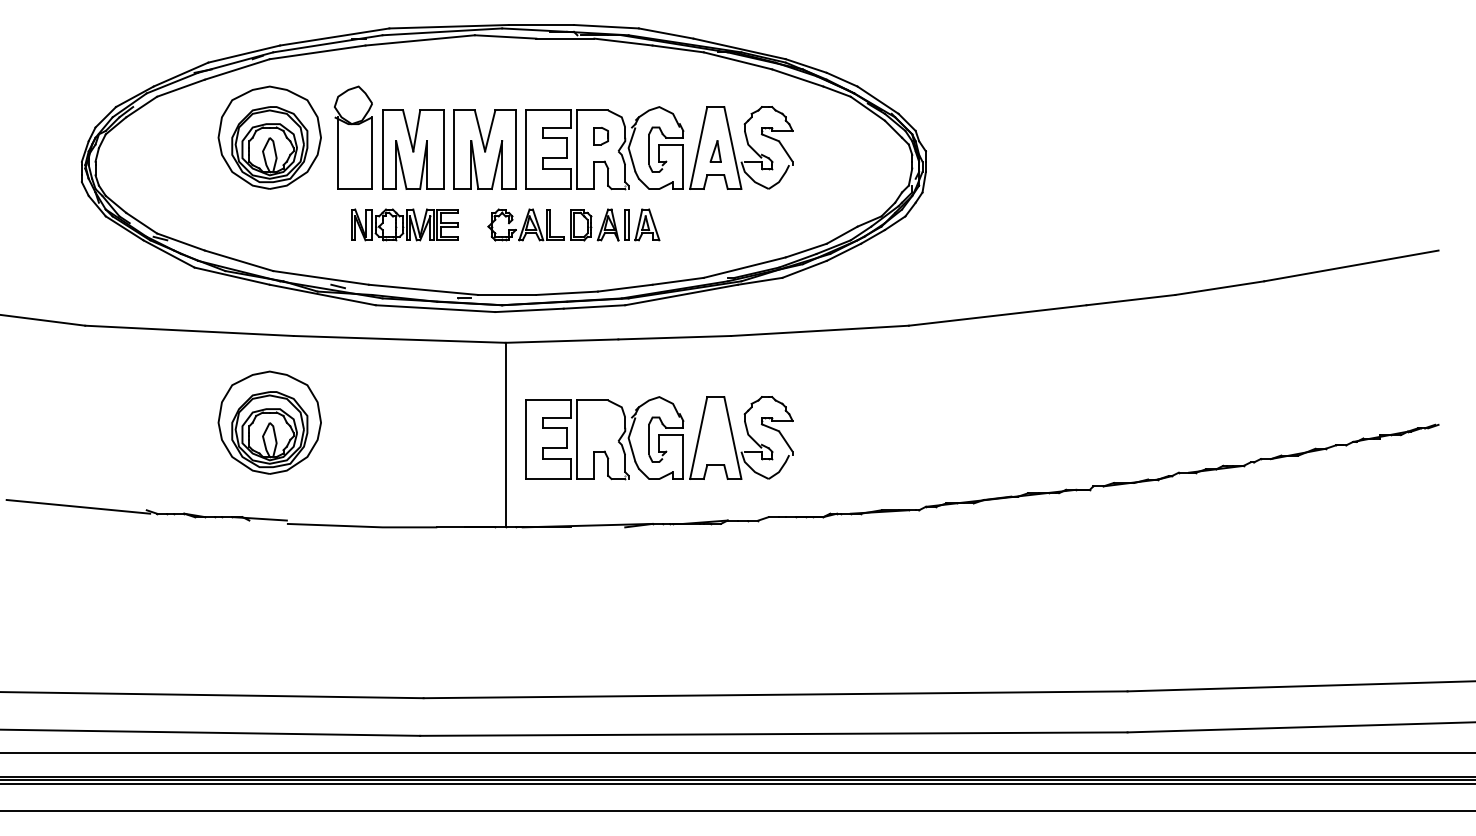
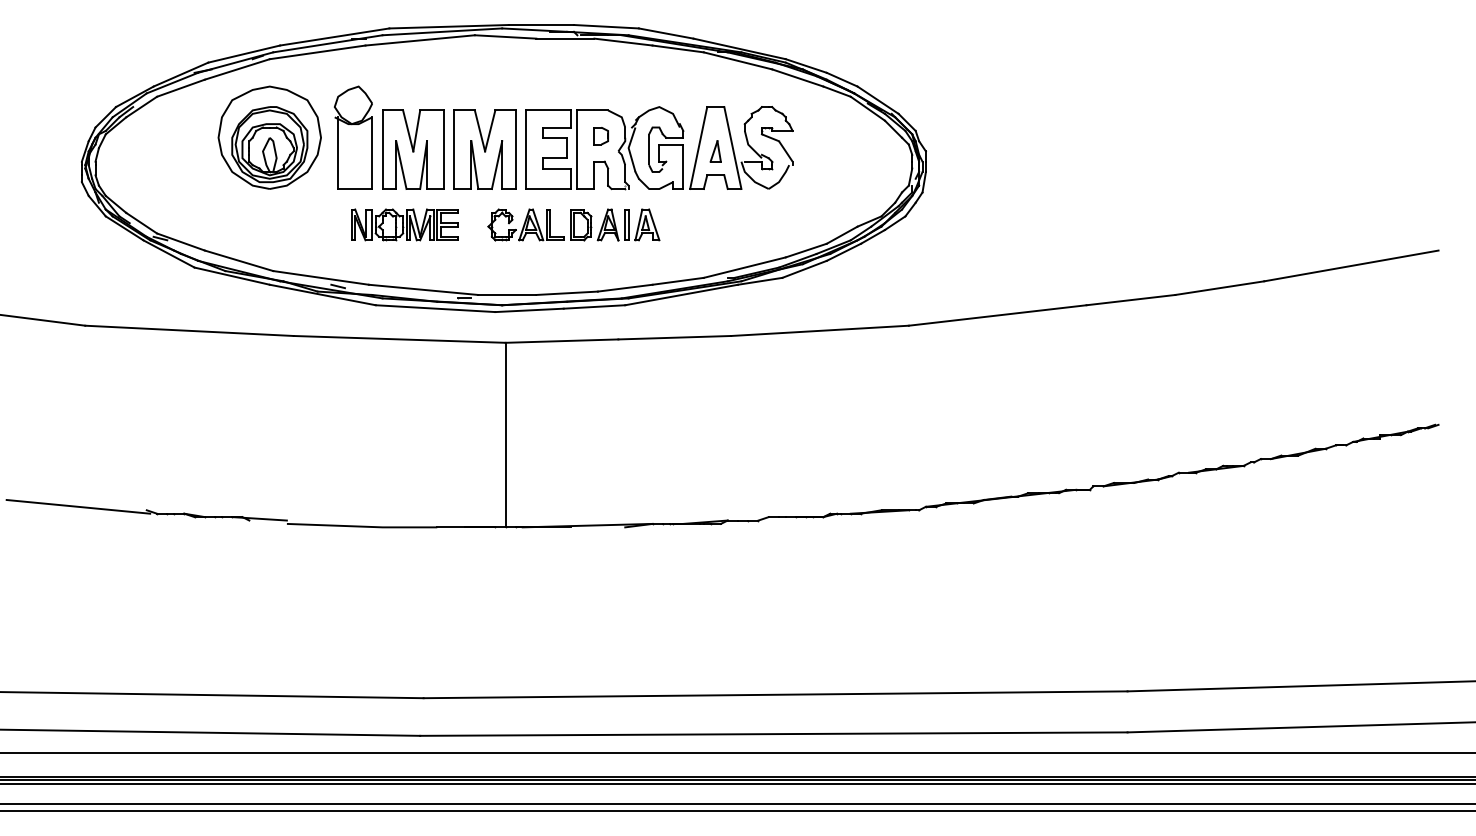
part at (269, 422): present -> none
part at (659, 438): present -> none
line at (737, 804): none -> present
